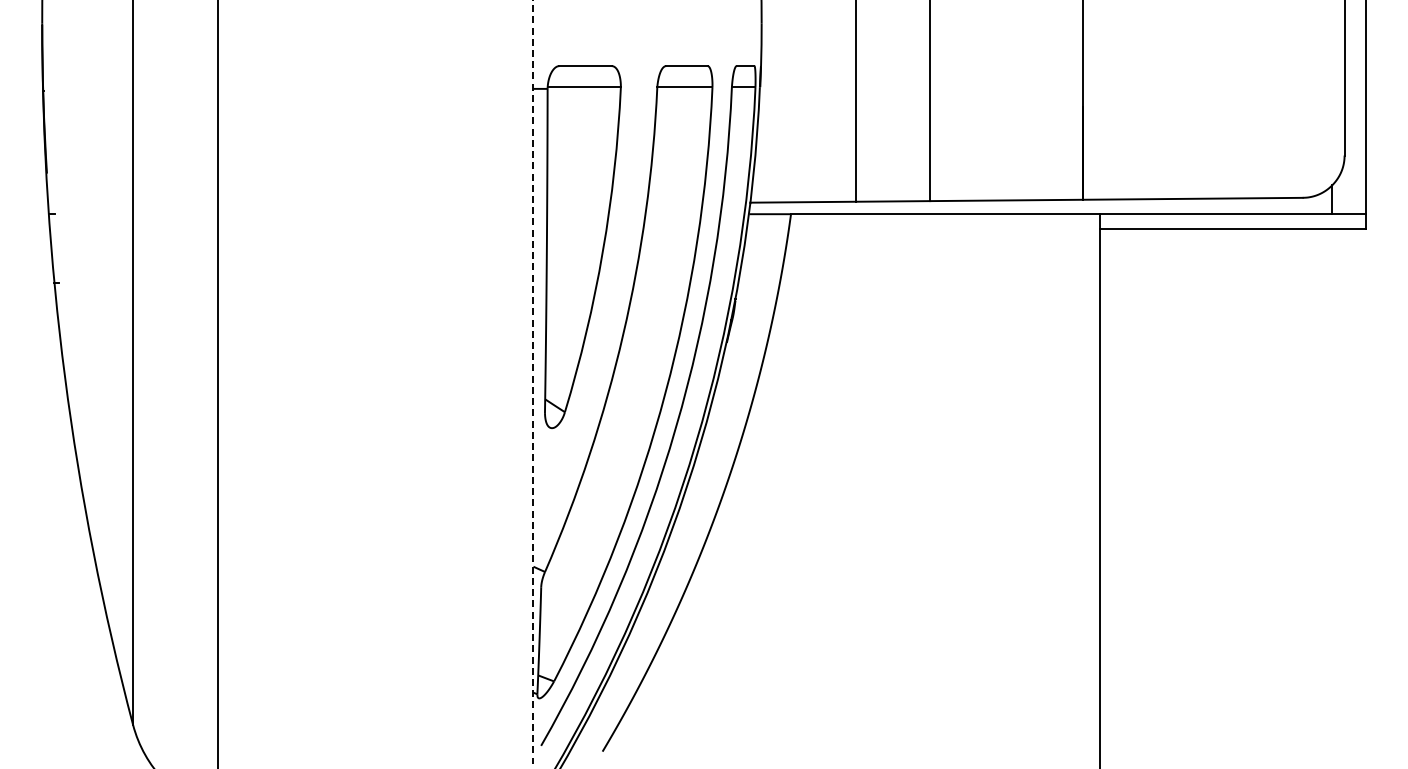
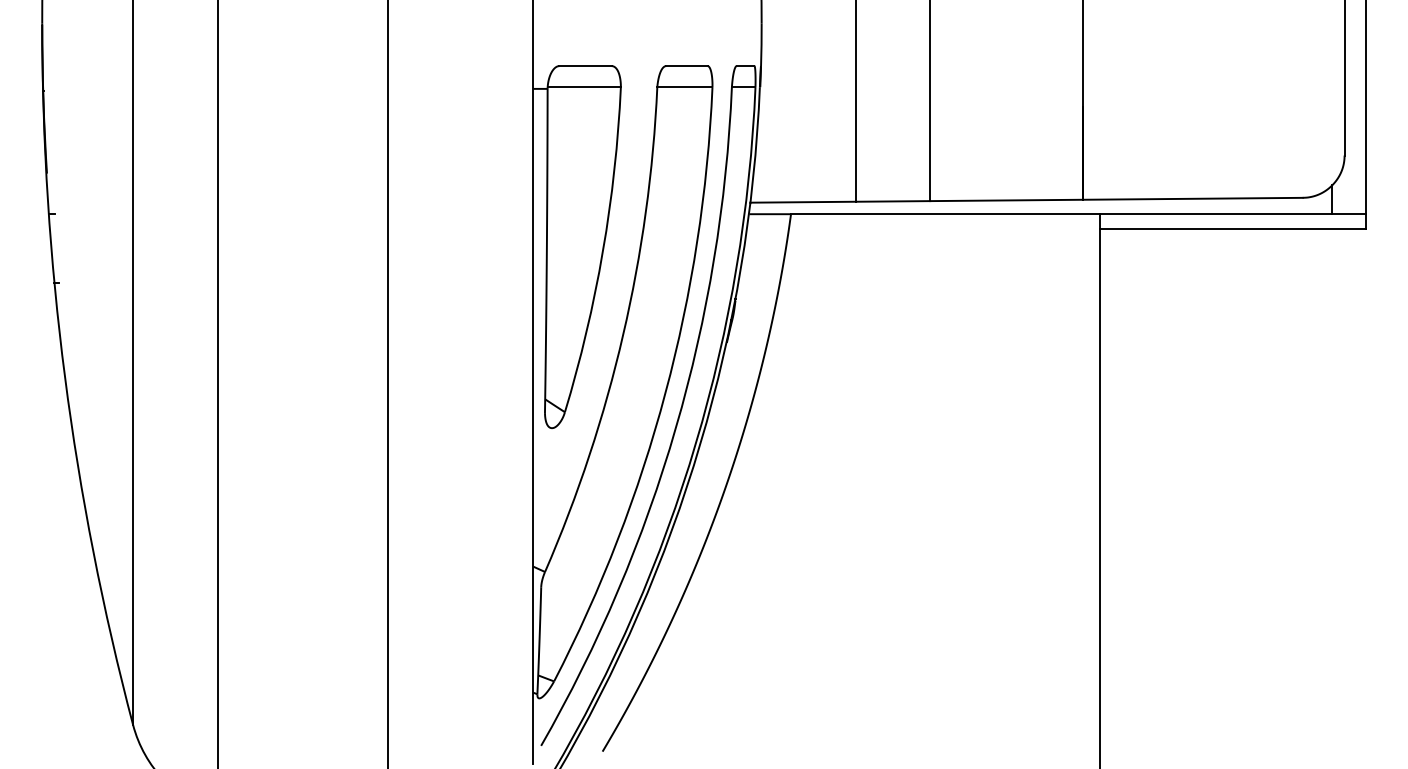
line at (533, 382): dashed -> solid
line at (388, 383): none -> present
